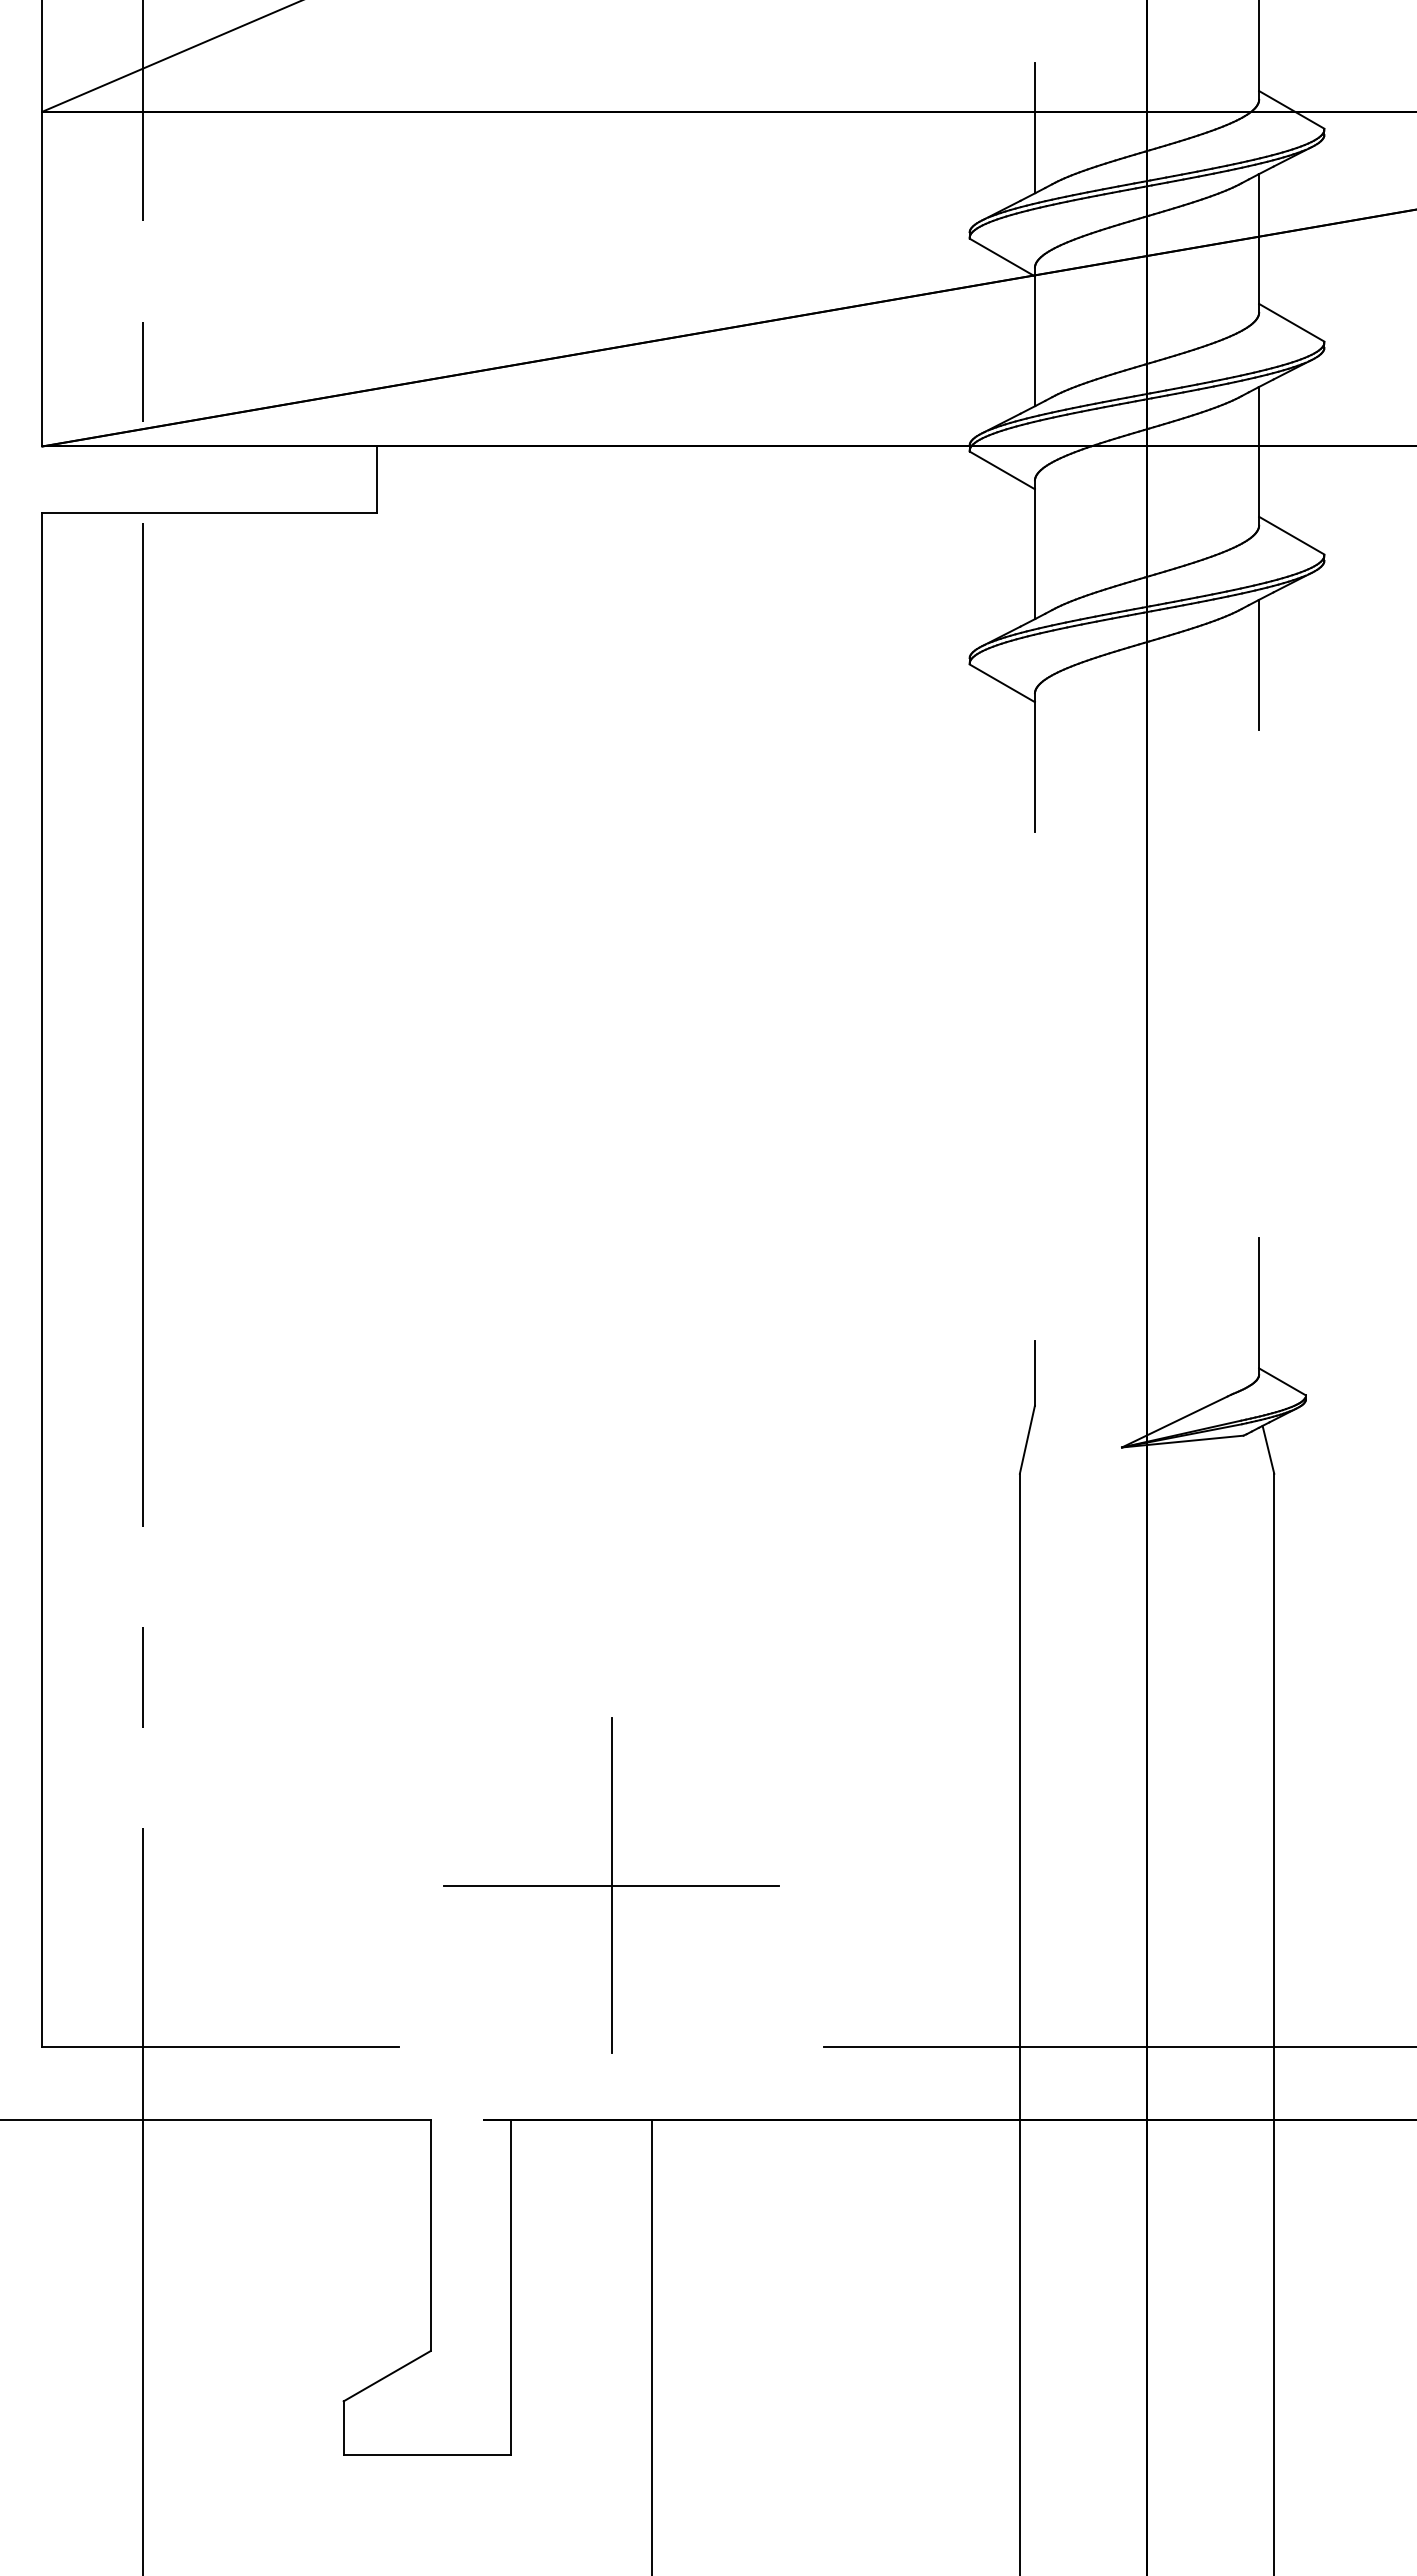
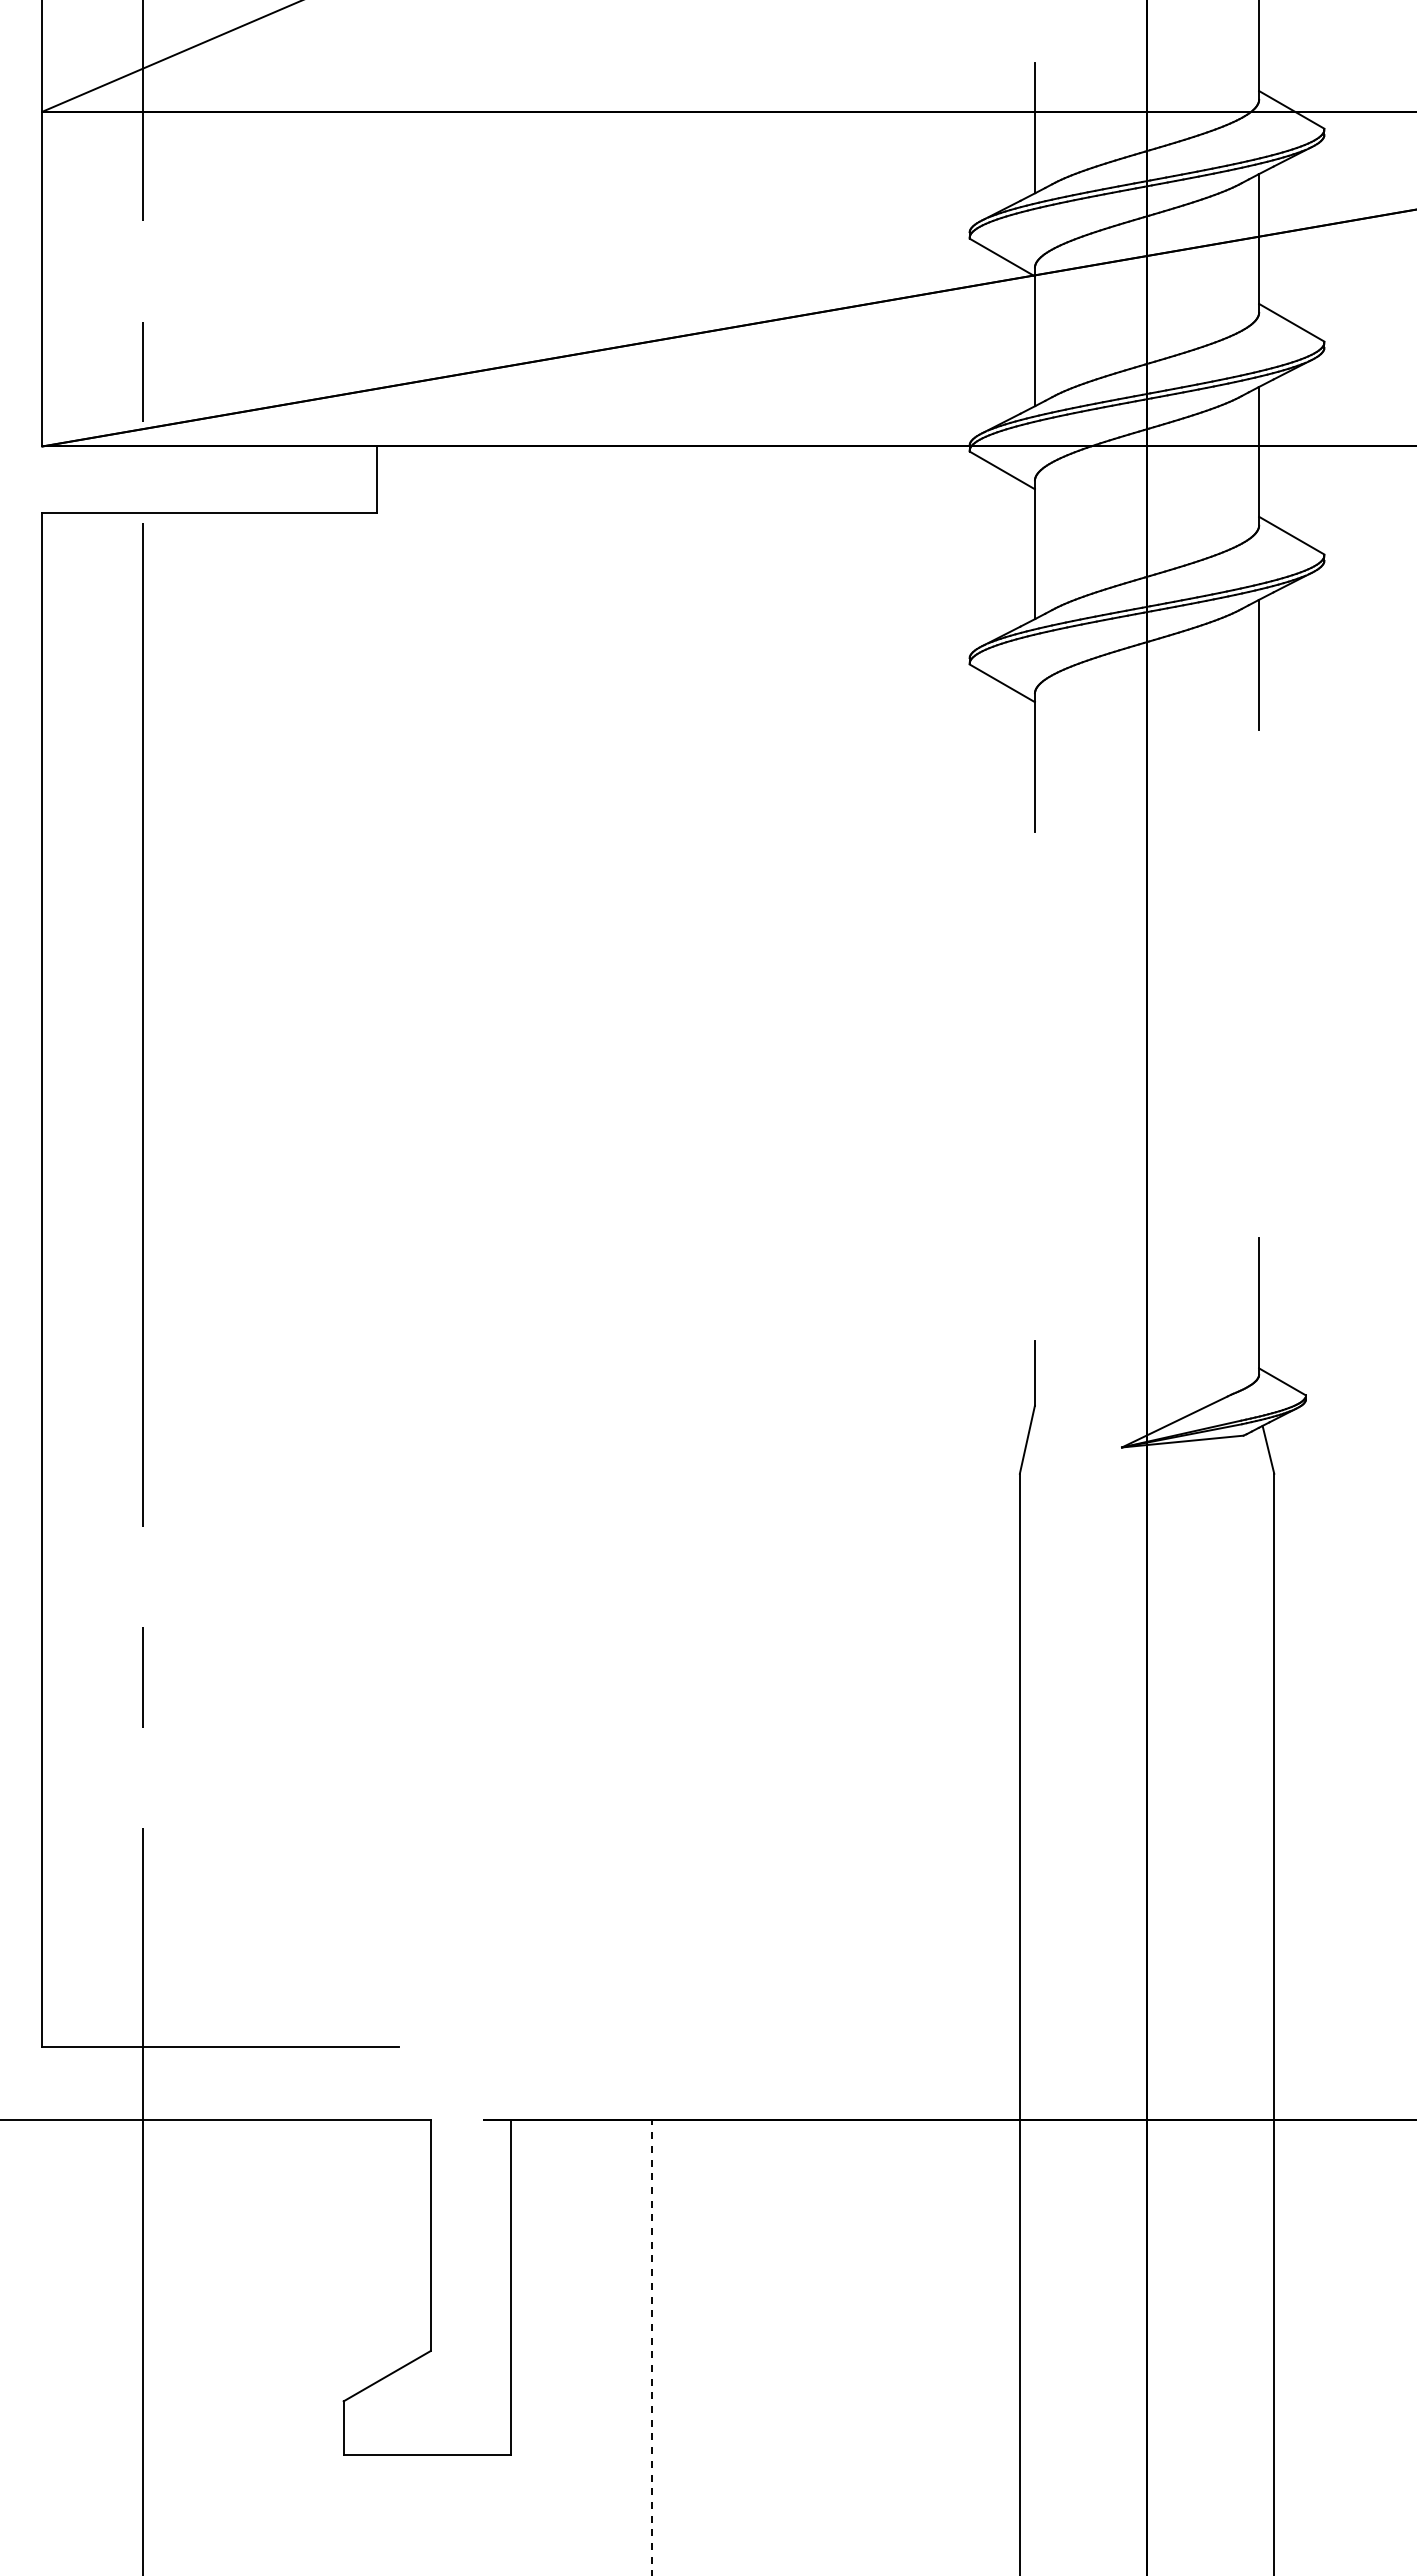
part at (611, 1885): present -> none
line at (1118, 2046): present -> none
line at (651, 2347): solid -> dashed
